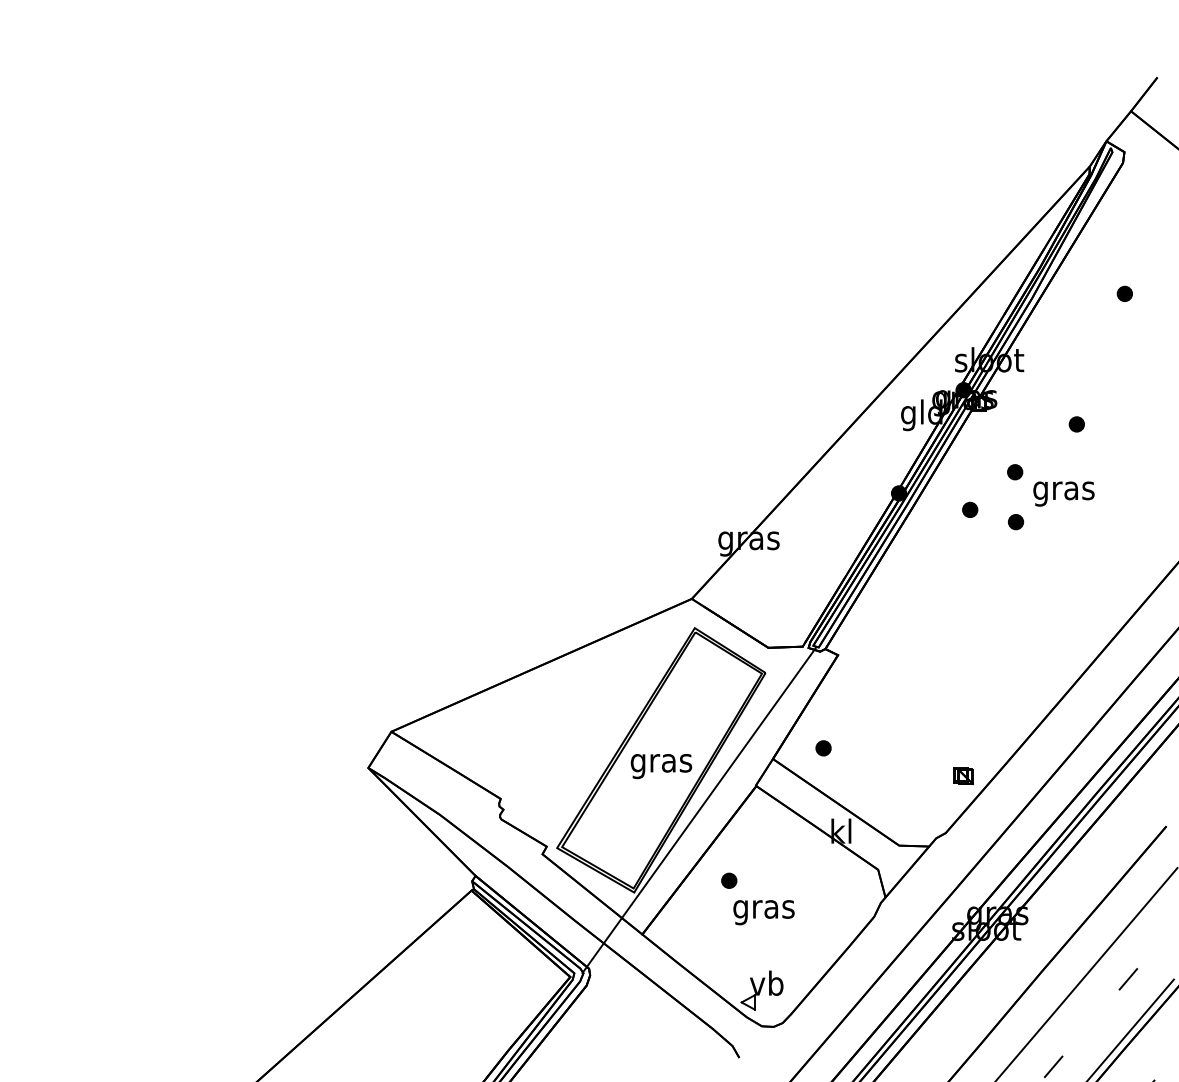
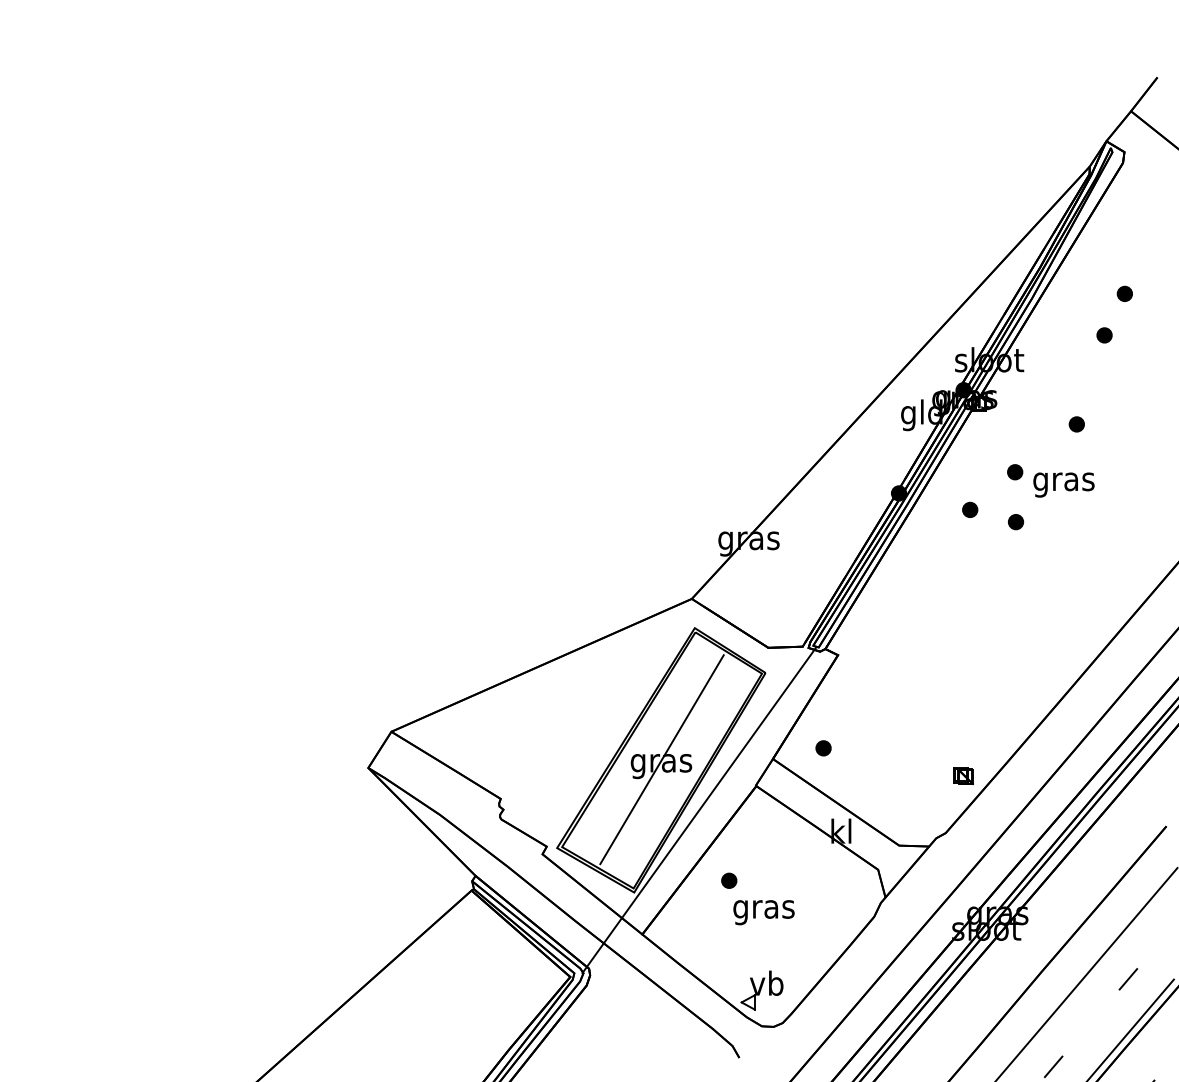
part at (1104, 335): none -> present
text at (1063, 493) position: (1063, 493) -> (1063, 484)
line at (661, 759): none -> present
